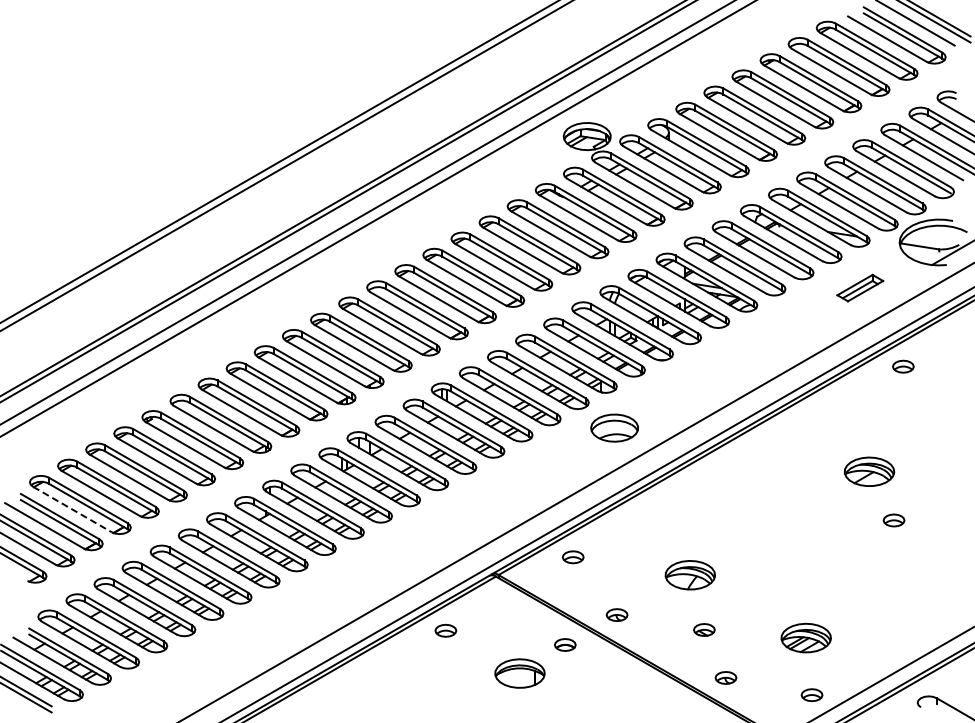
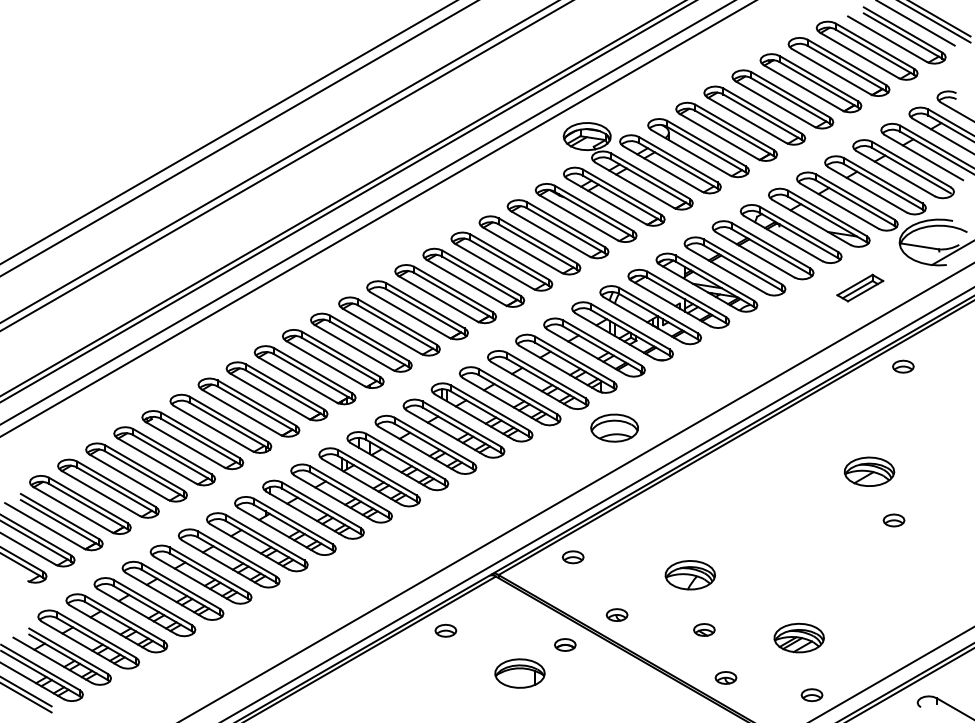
line at (228, 132): none -> present
line at (238, 138): none -> present
line at (72, 509): dashed -> solid
part at (805, 637) position: (805, 637) -> (798, 637)
